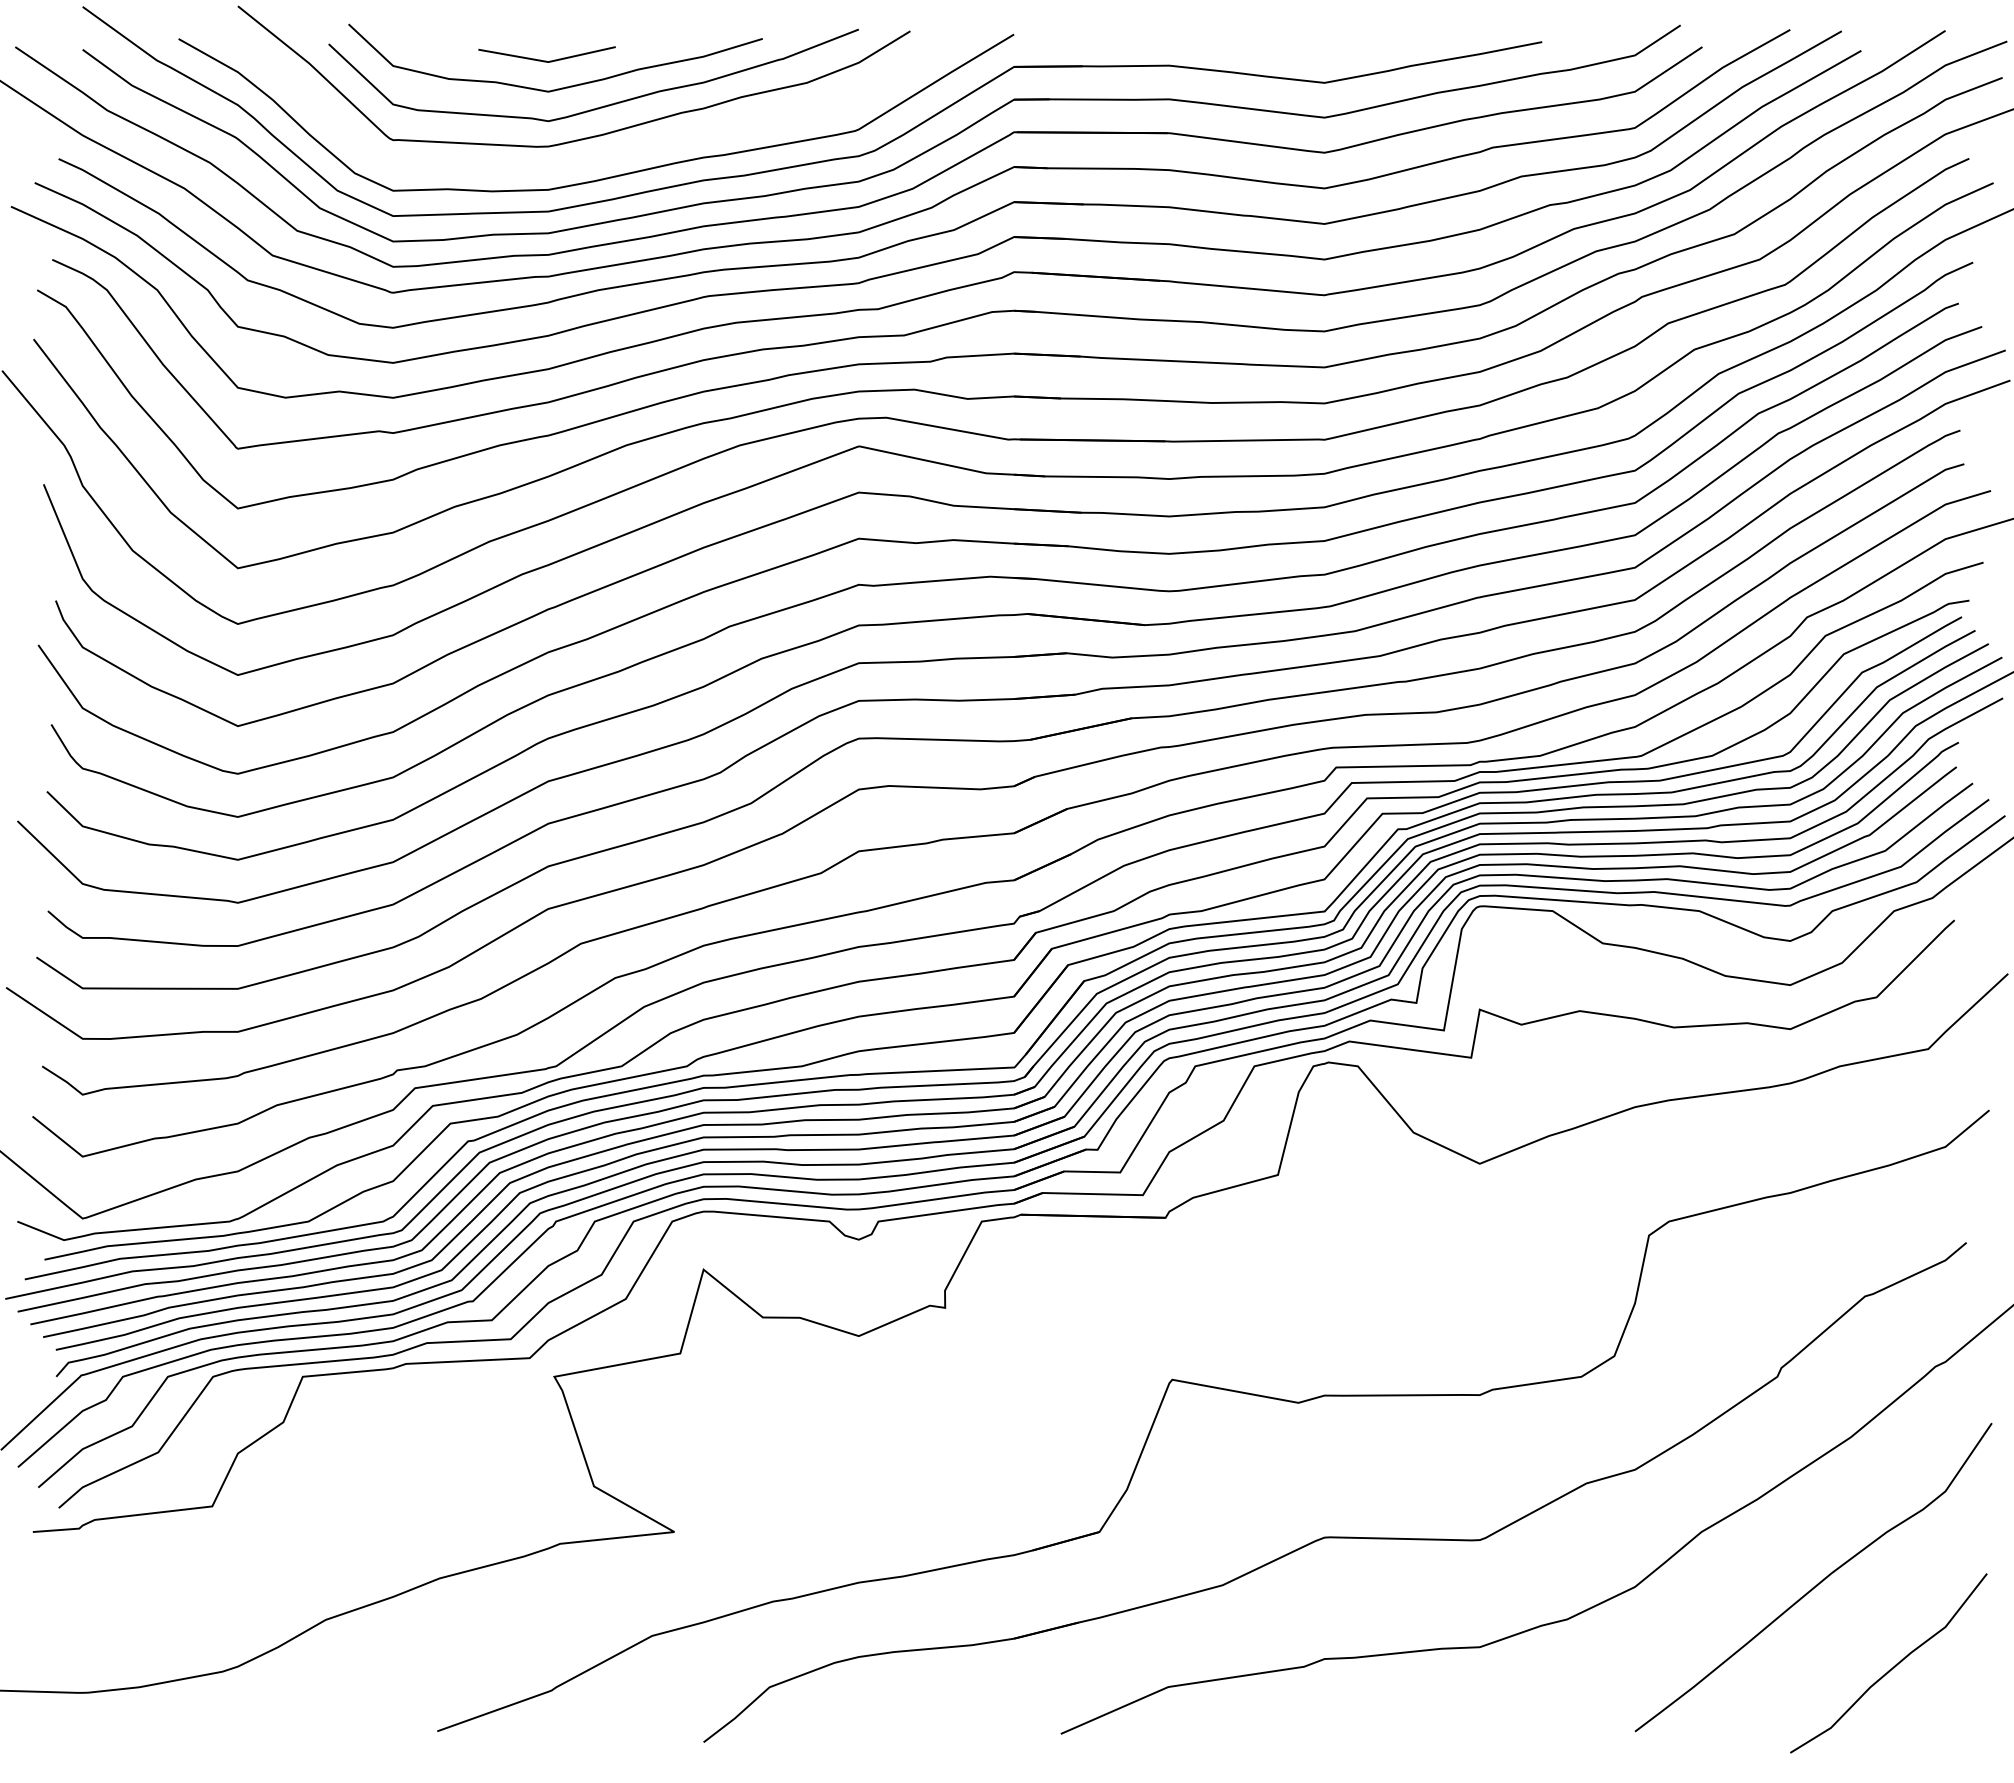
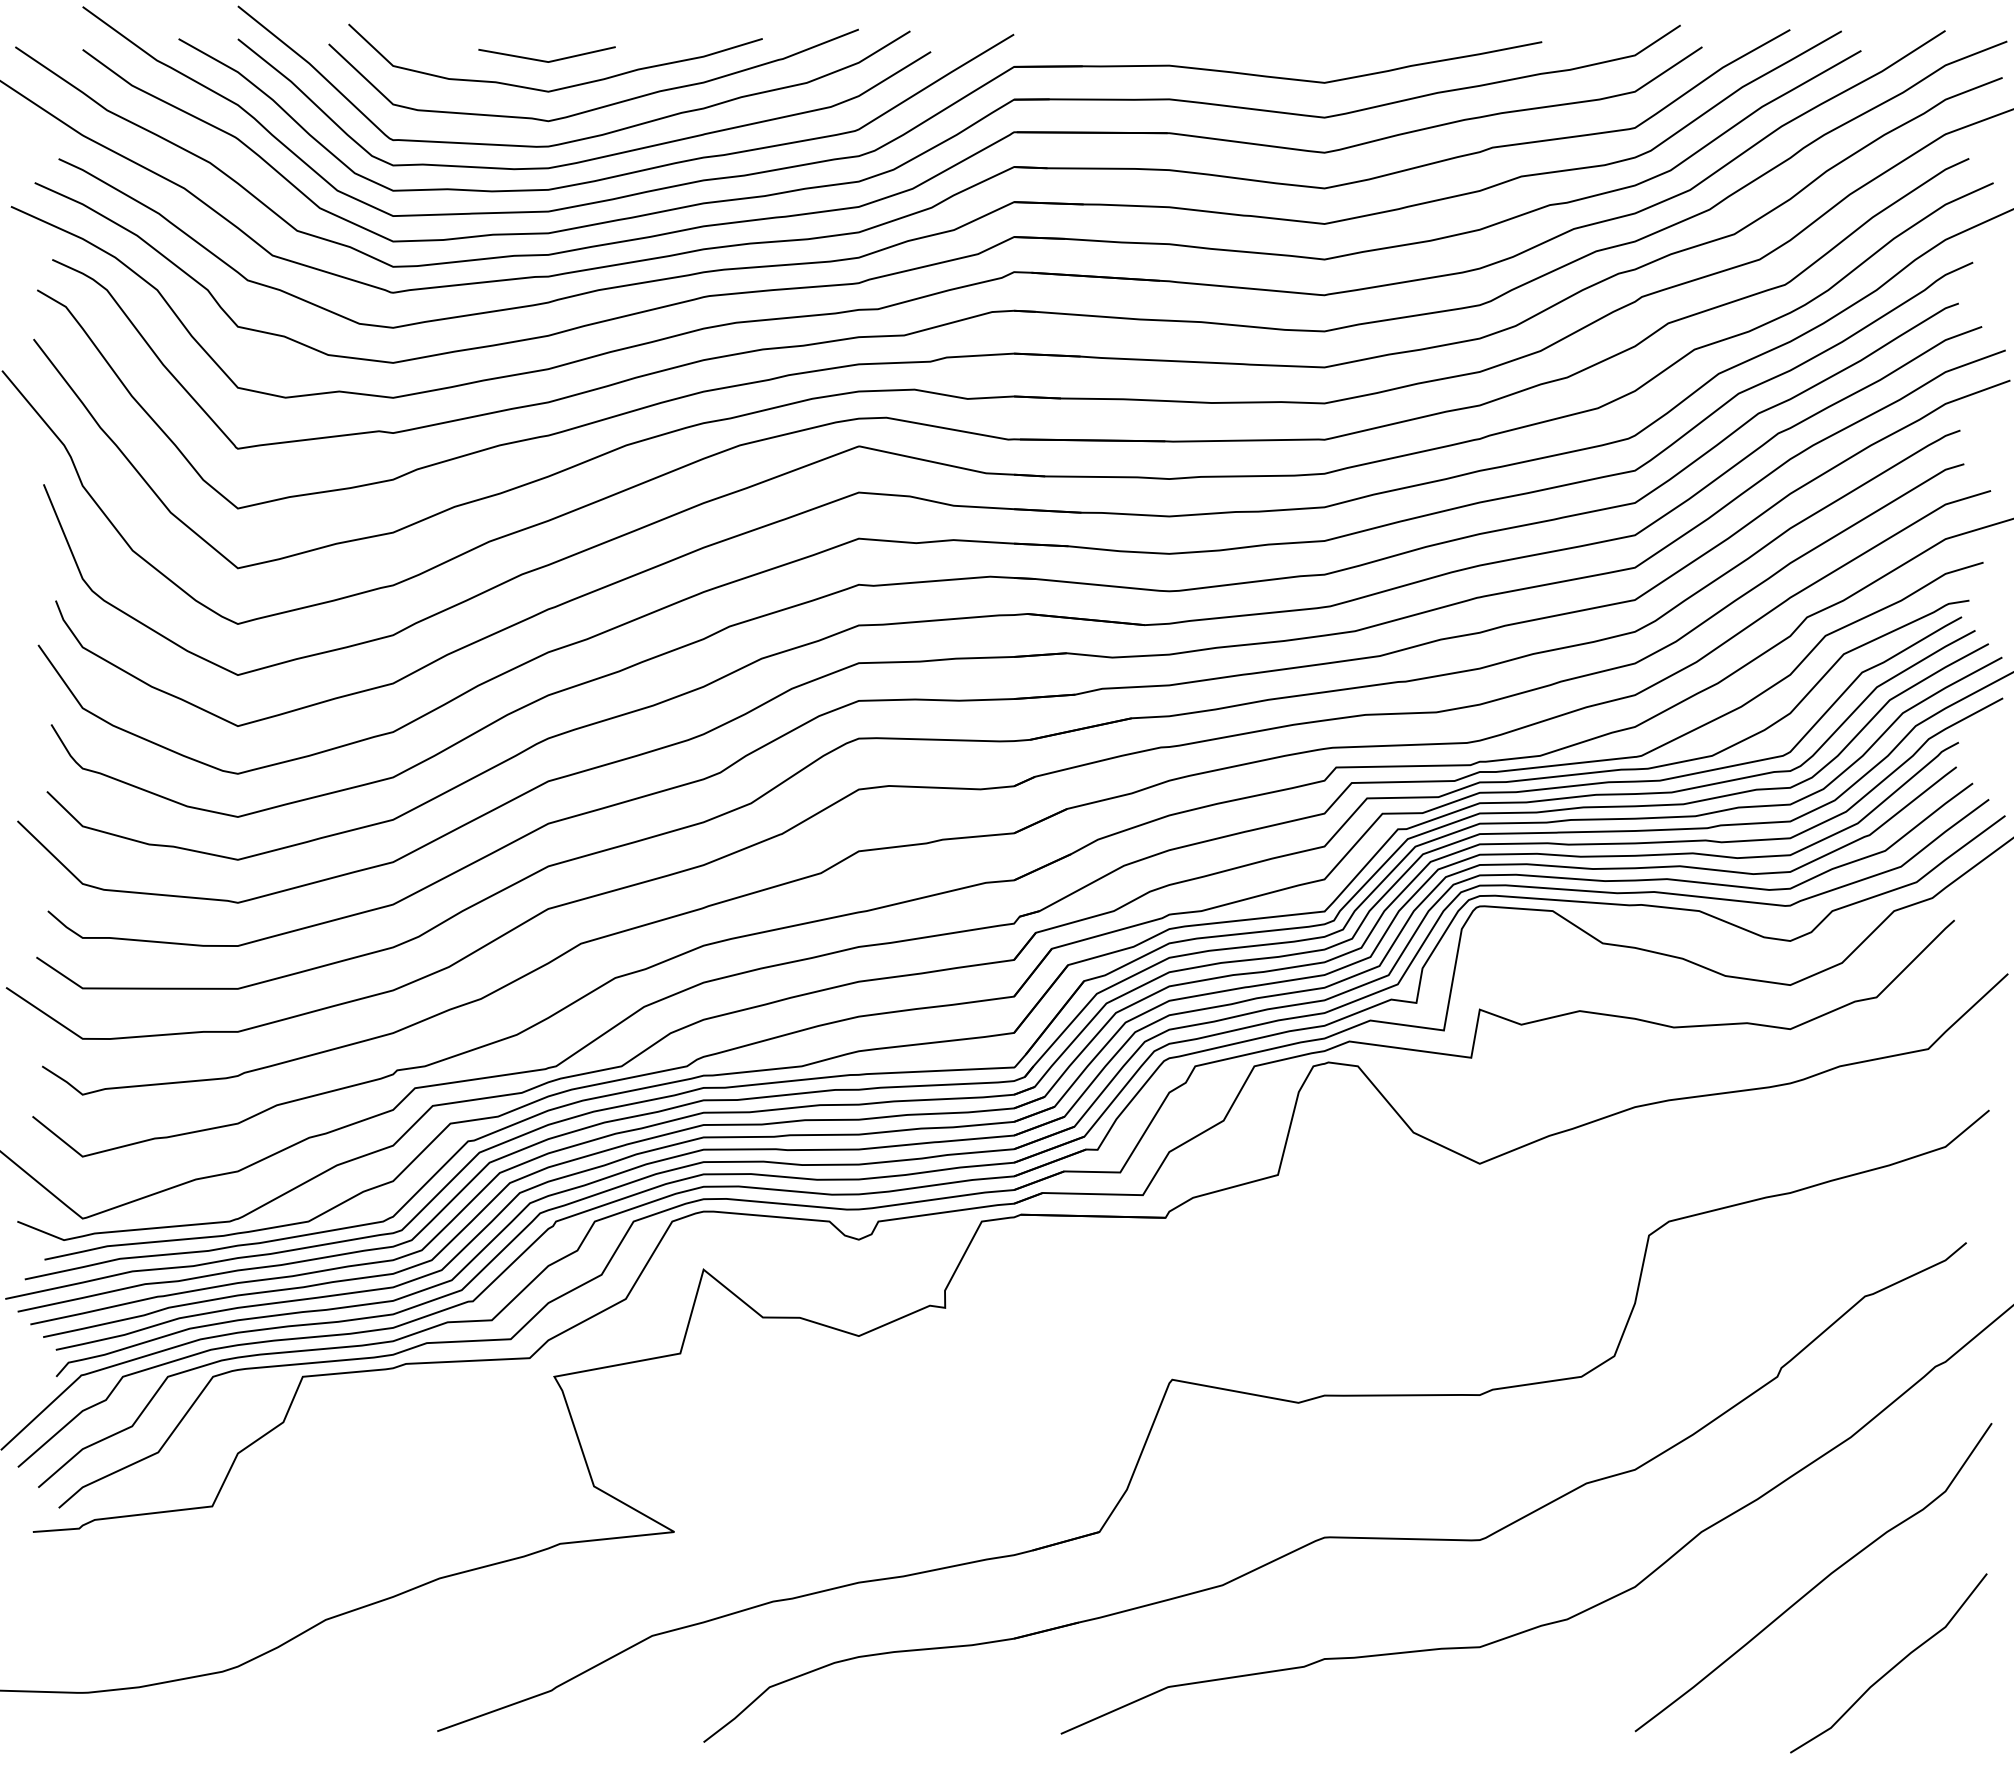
curve at (595, 157): none -> present
